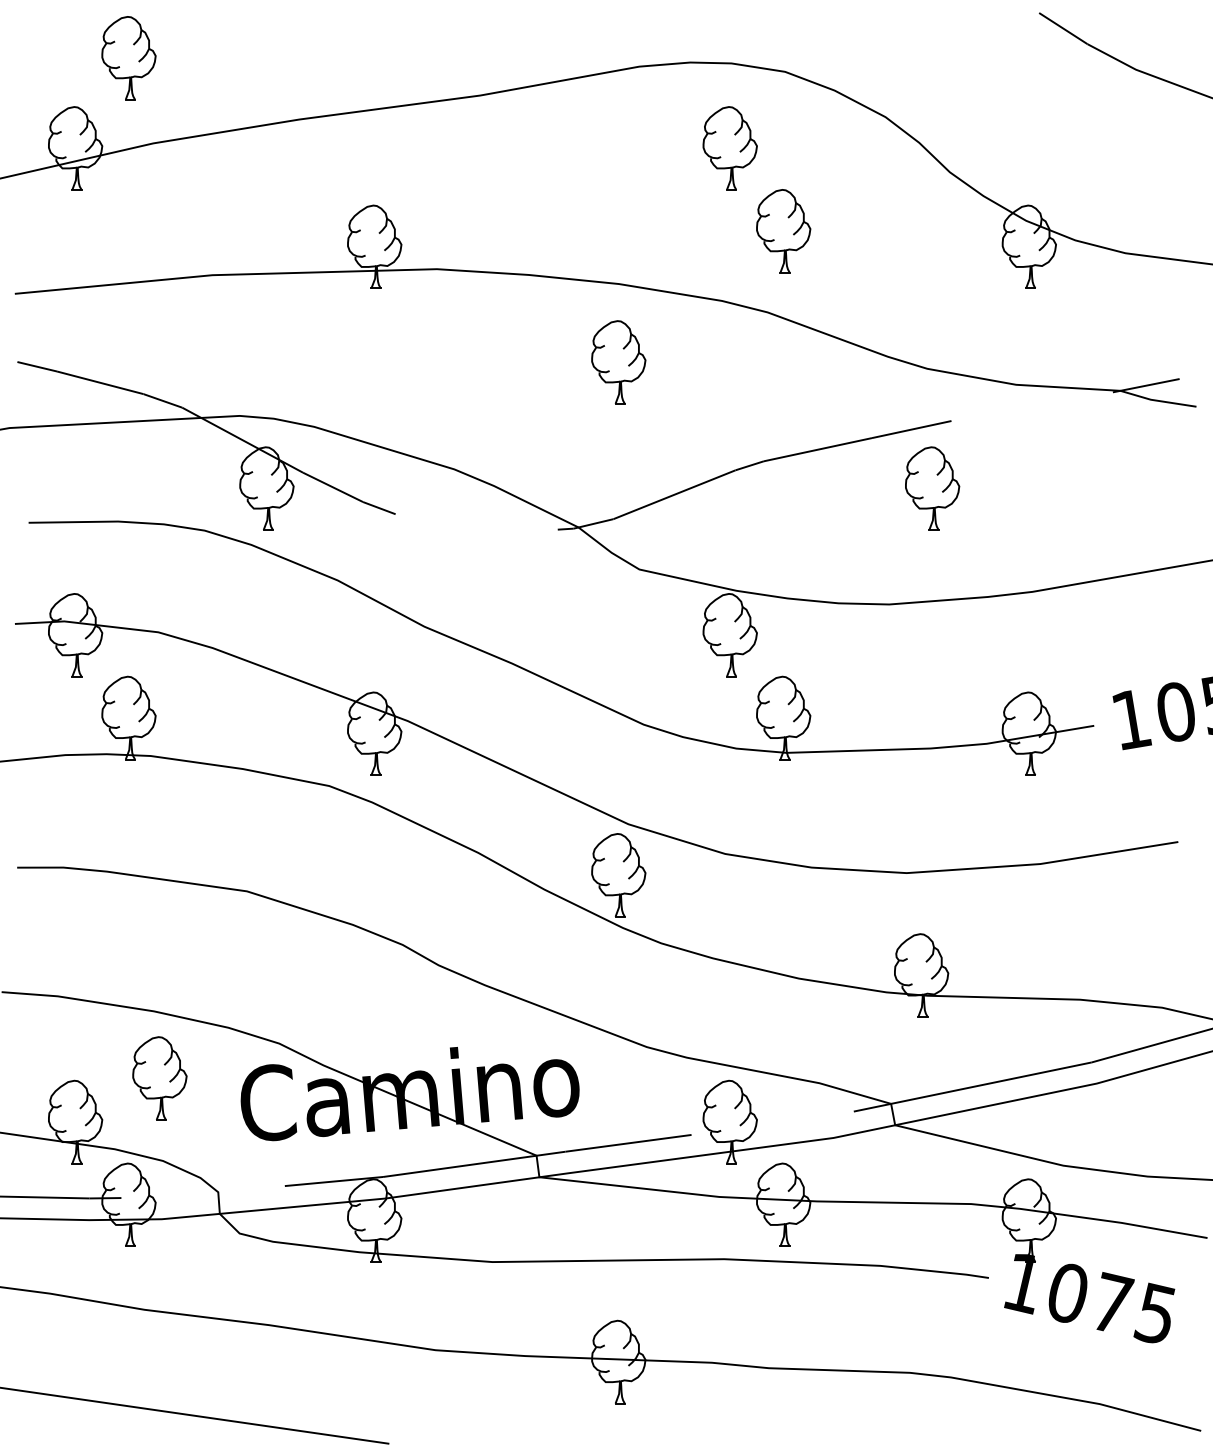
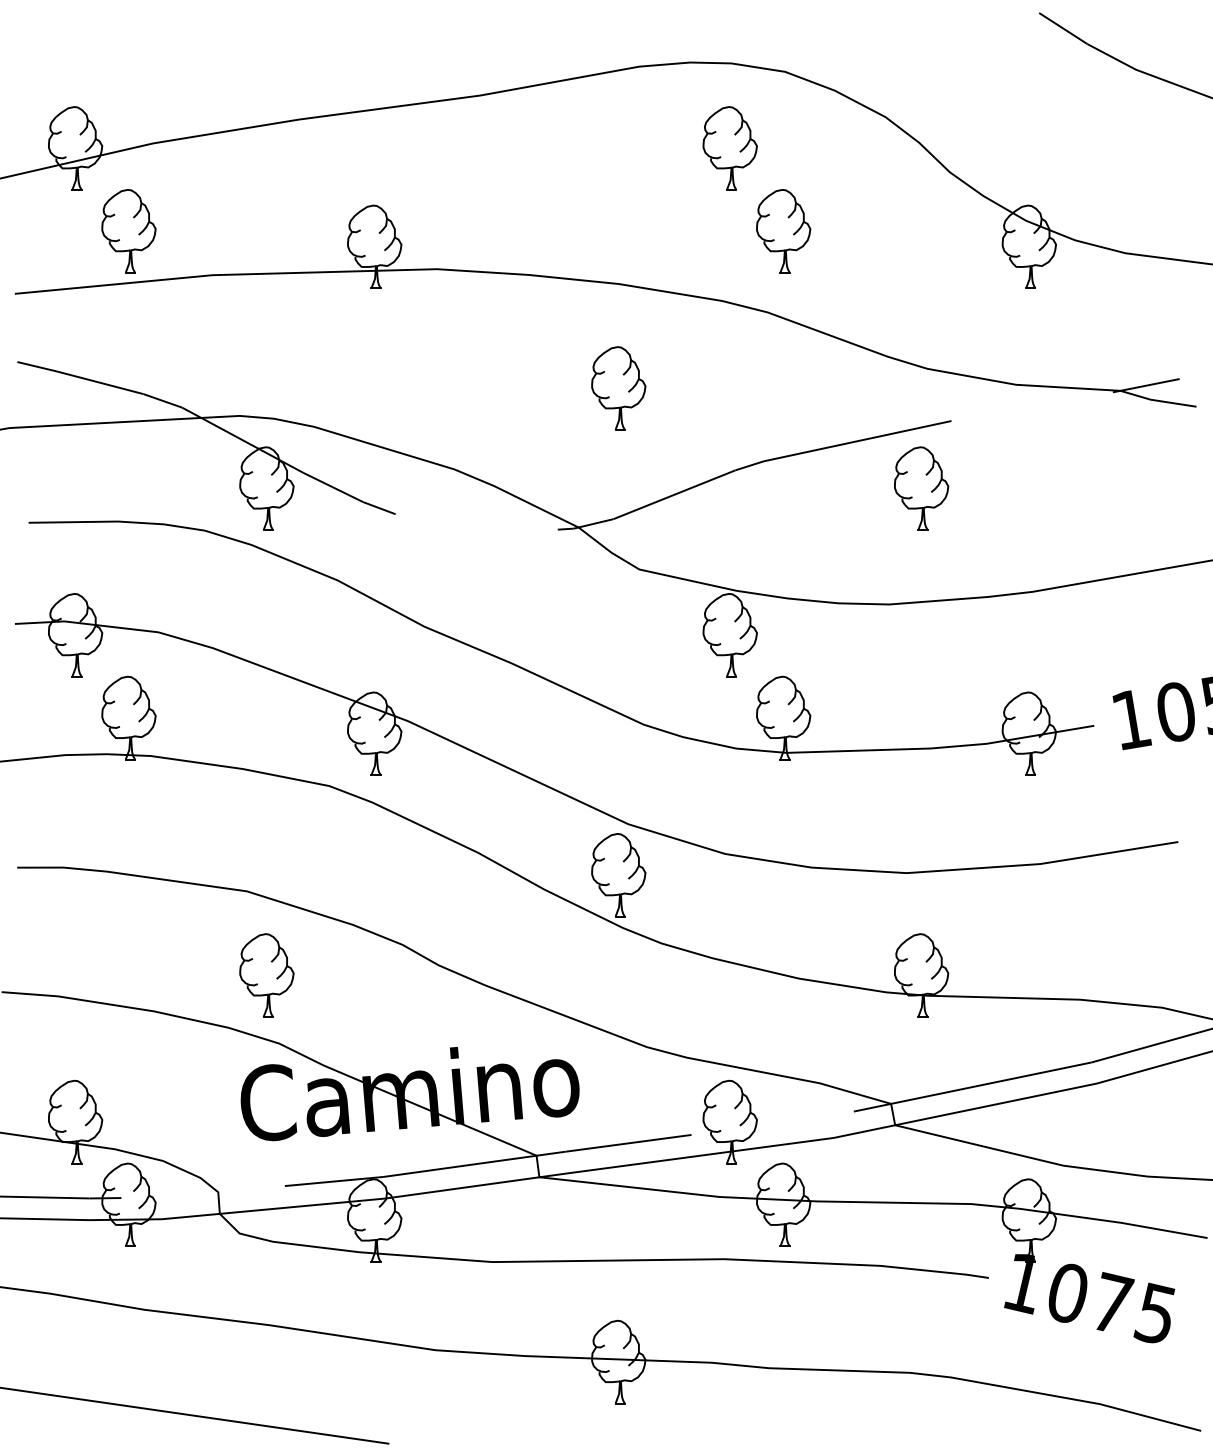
part at (128, 58) position: (128, 58) -> (128, 231)
part at (618, 362) position: (618, 362) -> (618, 388)
part at (932, 488) position: (932, 488) -> (921, 488)
part at (159, 1078) position: (159, 1078) -> (266, 975)
